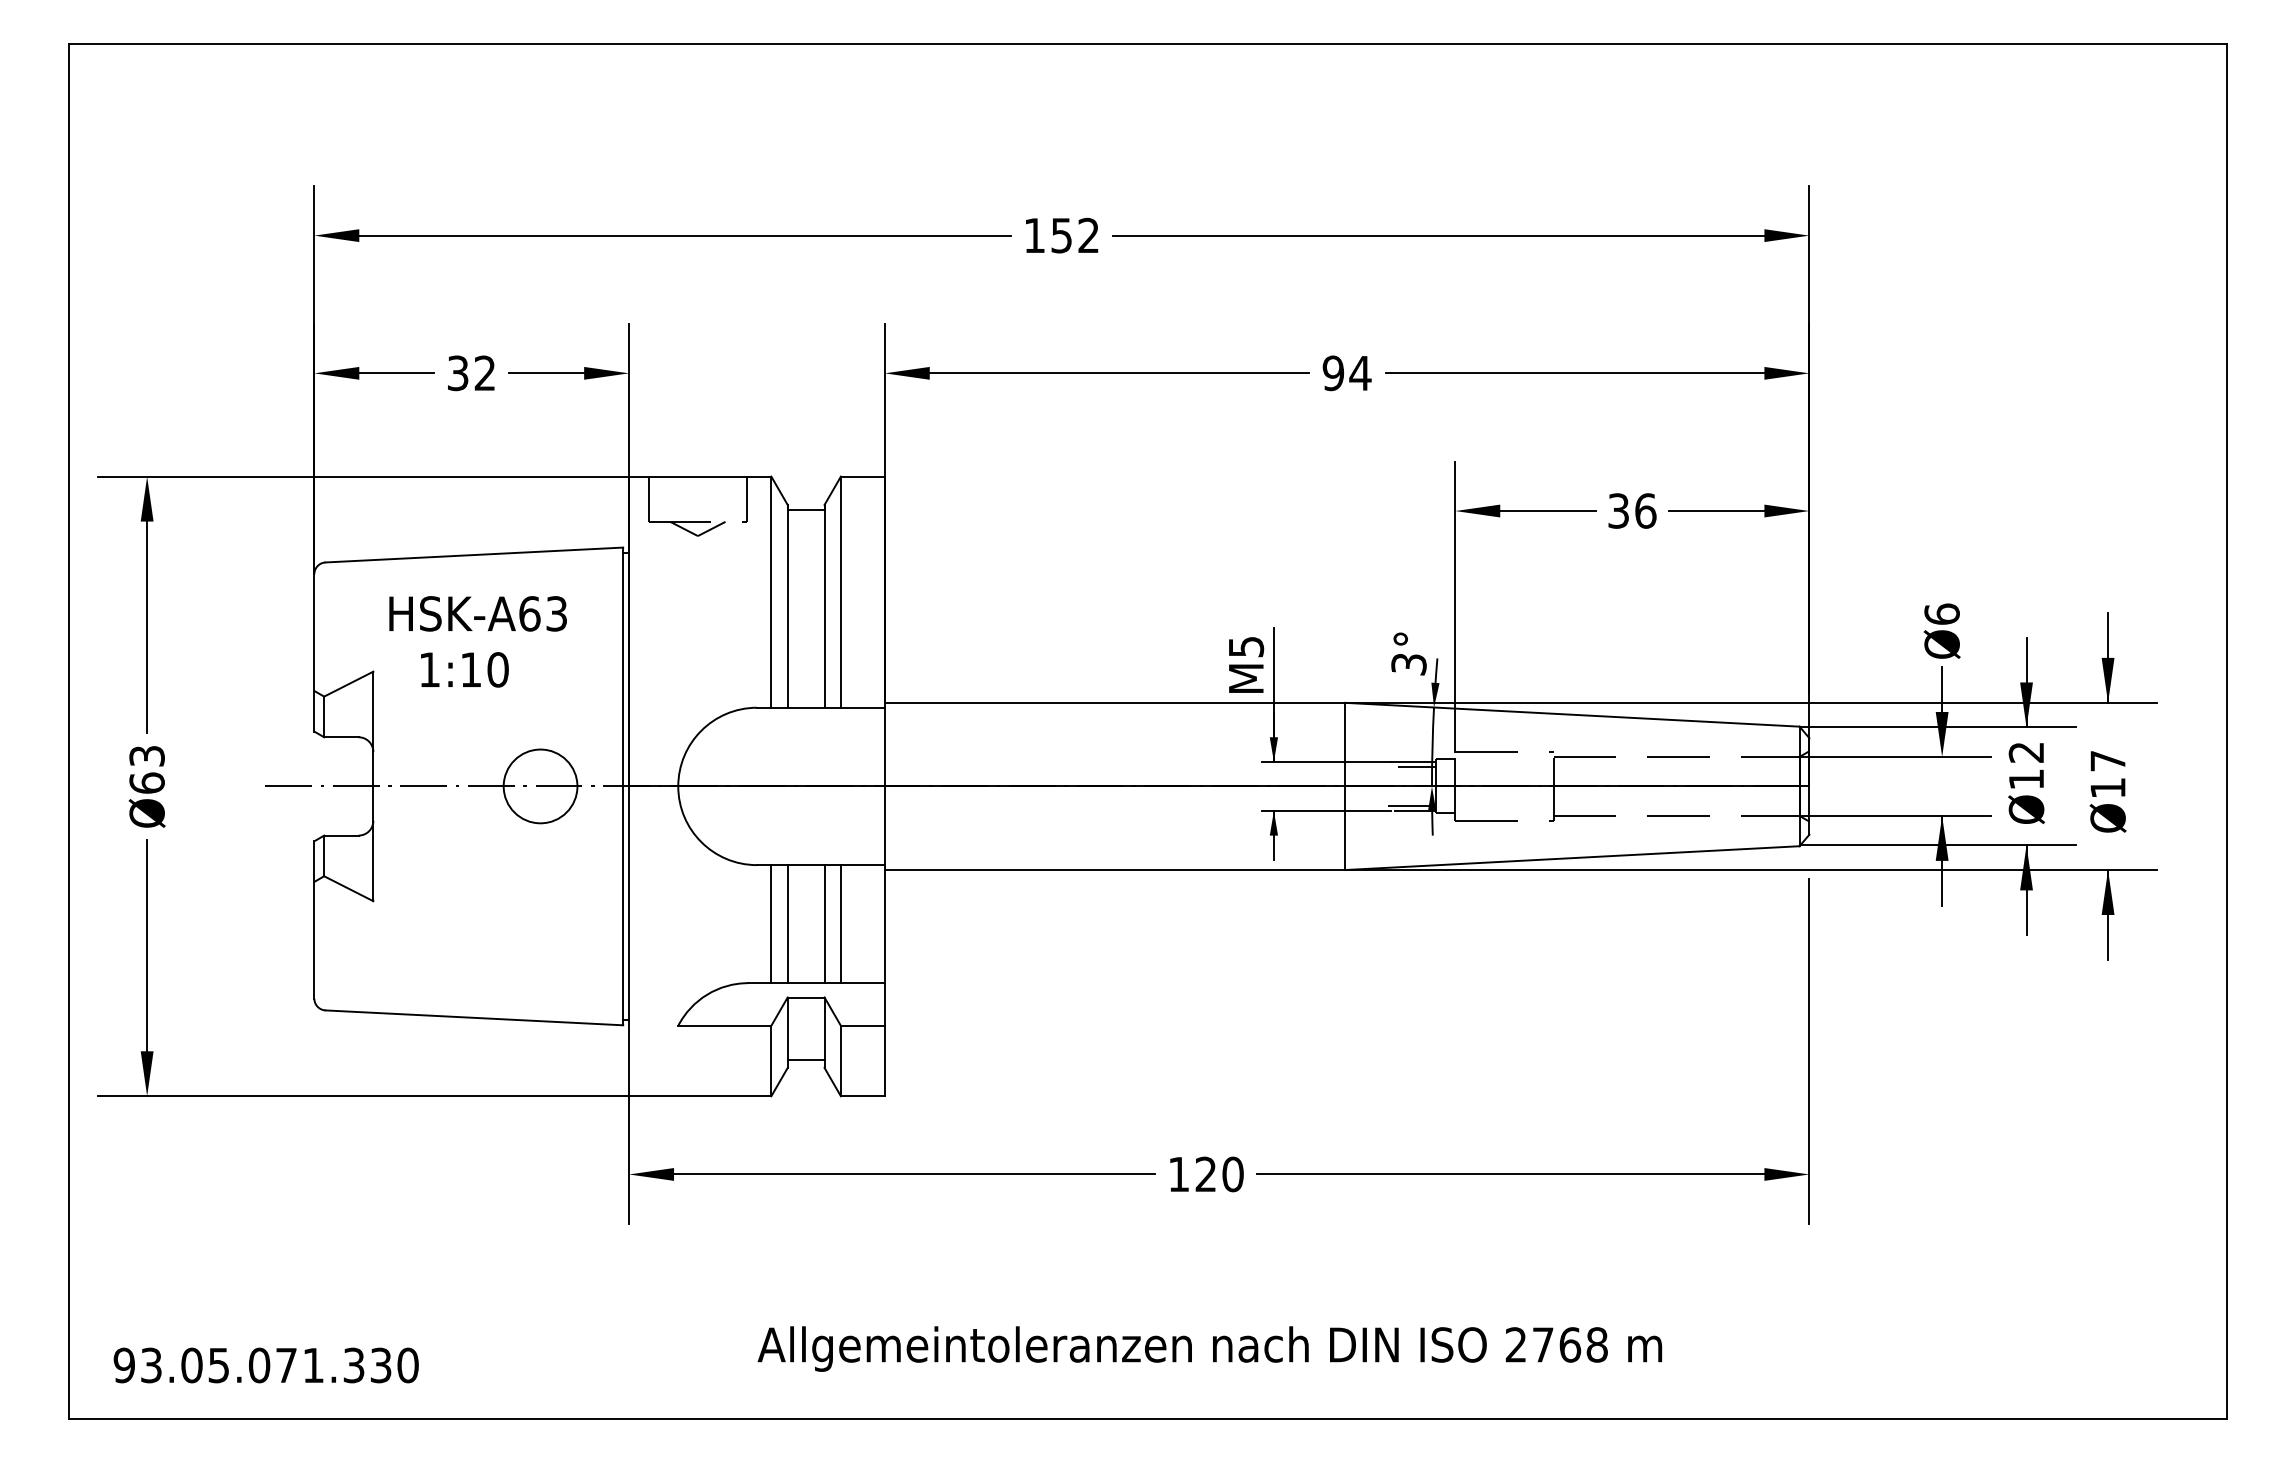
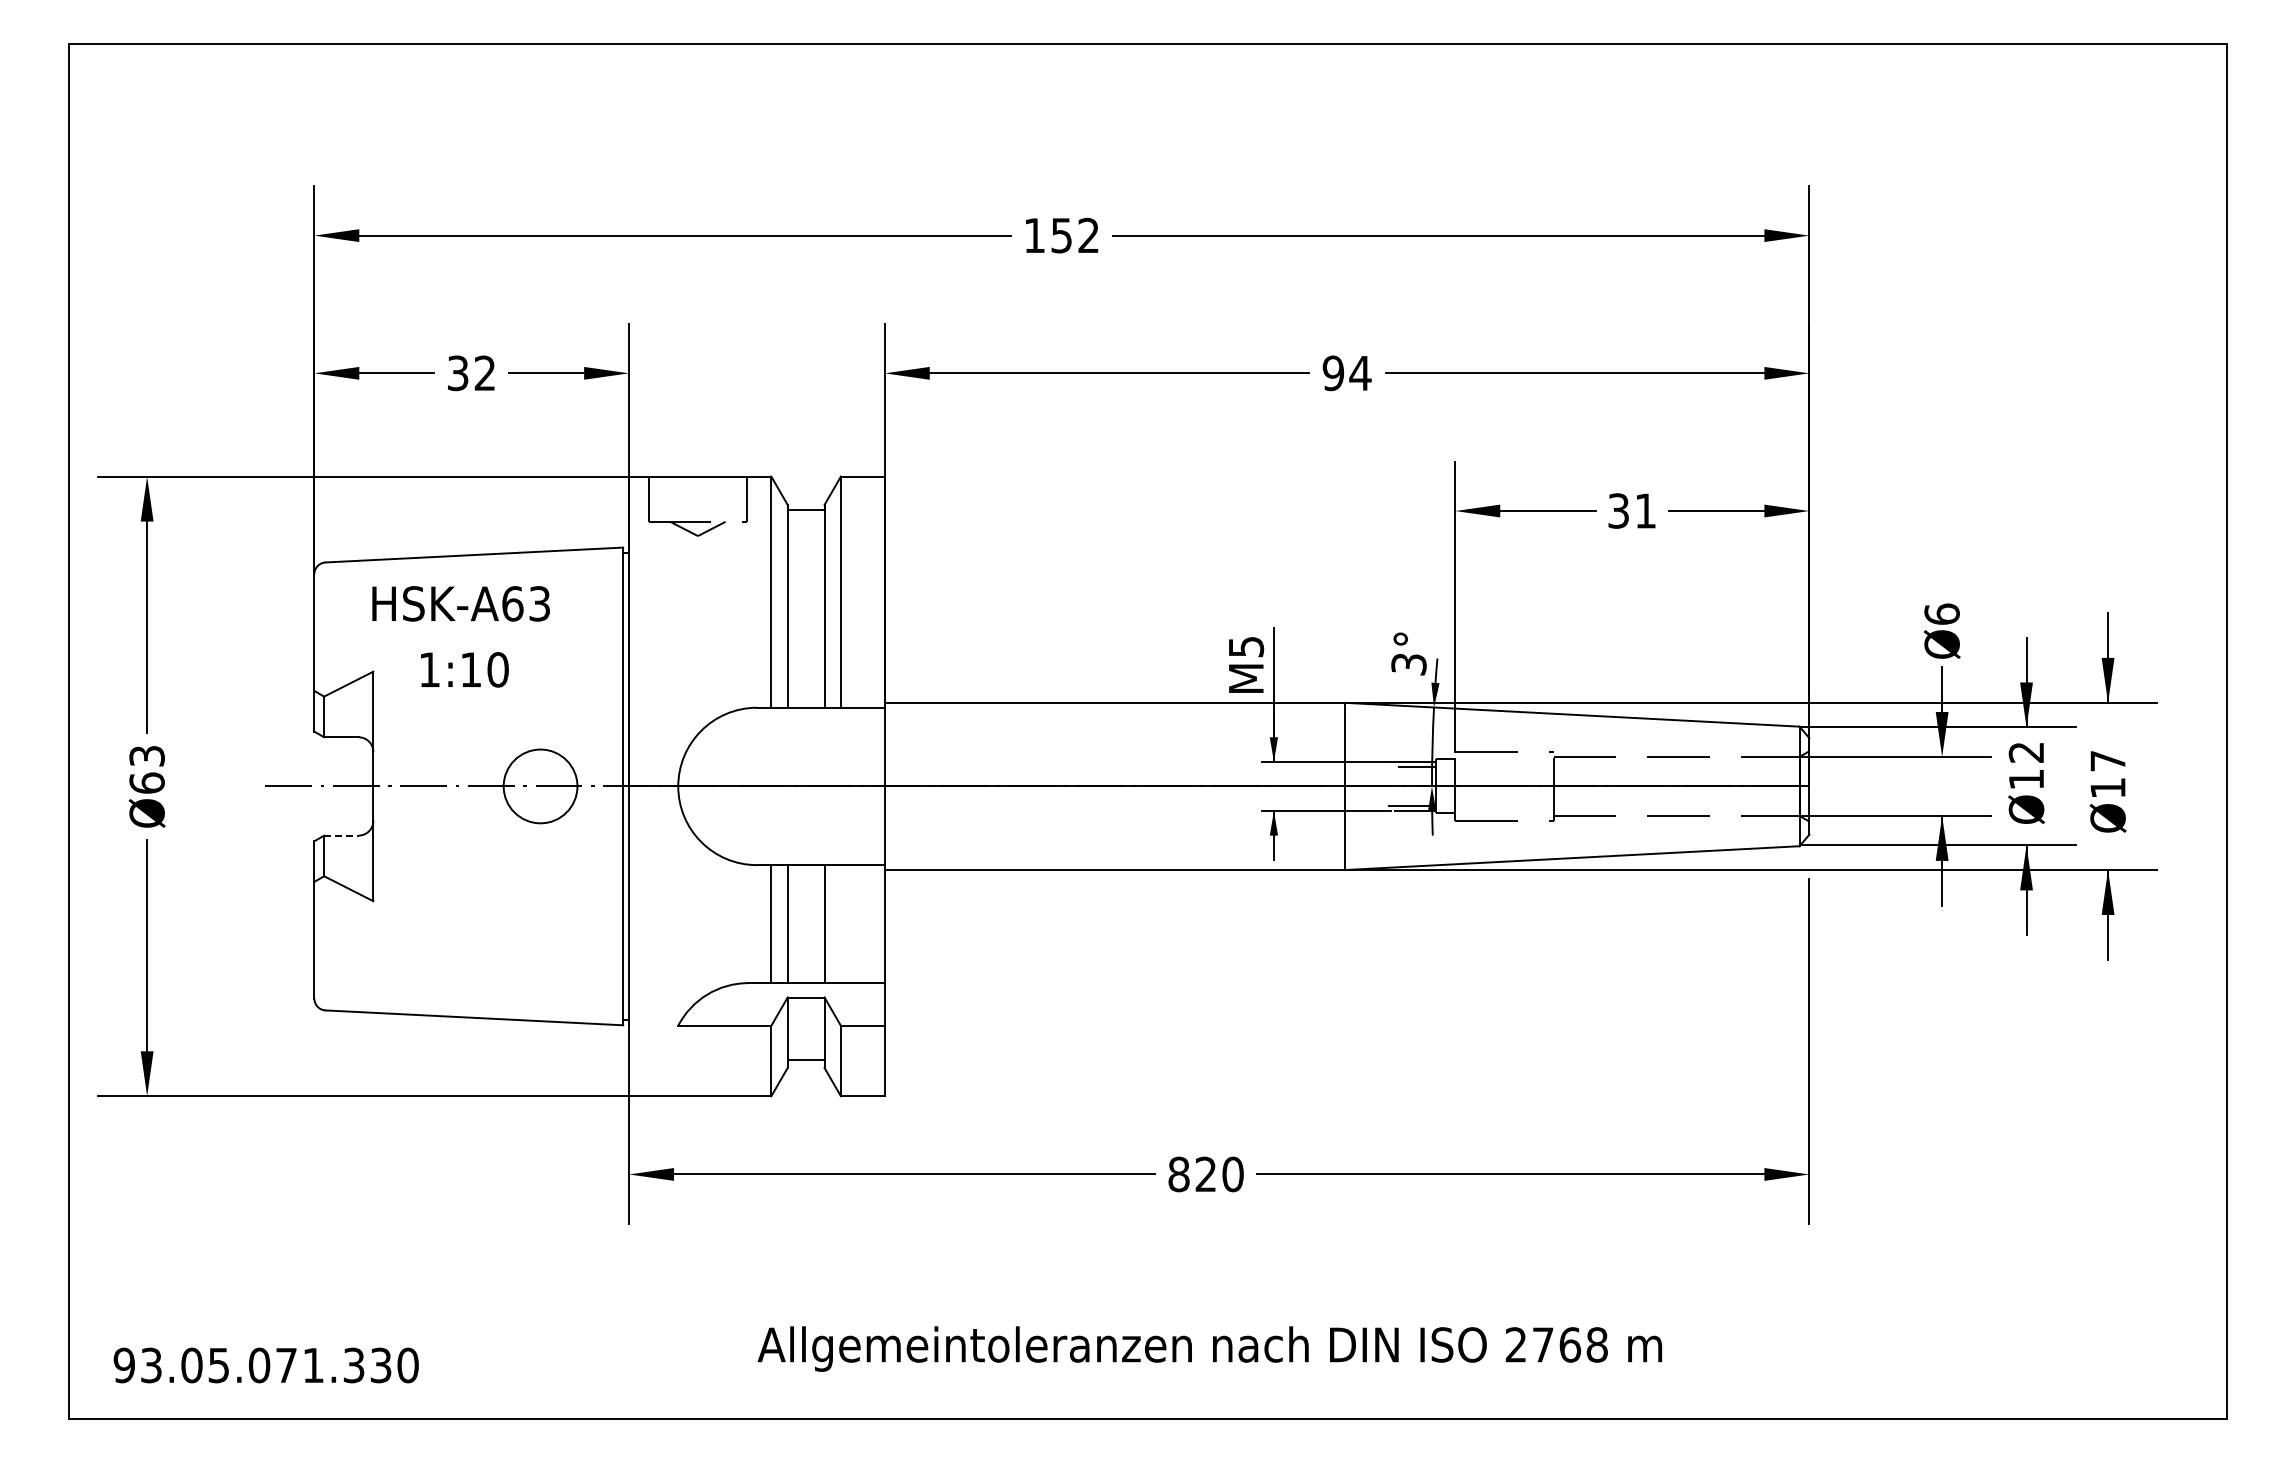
text at (1645, 510): 36 -> 31
text at (477, 613) position: (477, 613) -> (460, 603)
line at (341, 835): solid -> dashed
line at (840, 924): present -> none
text at (1178, 1174): 120 -> 820
